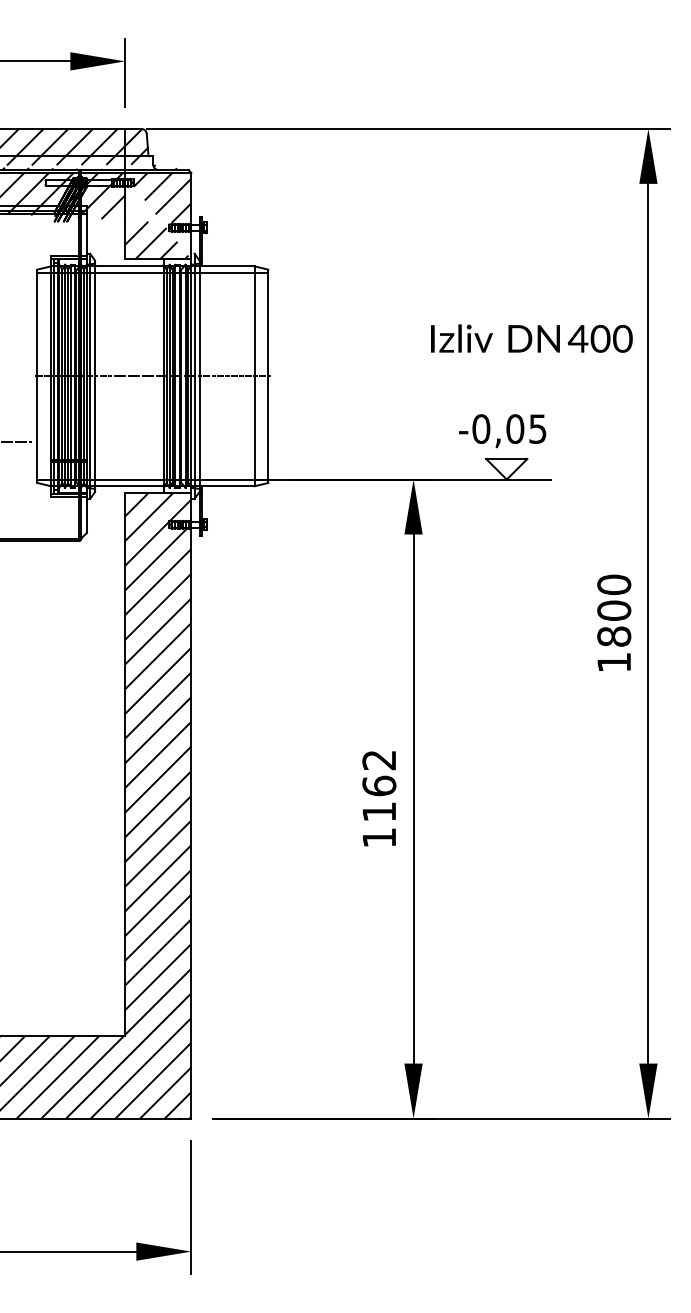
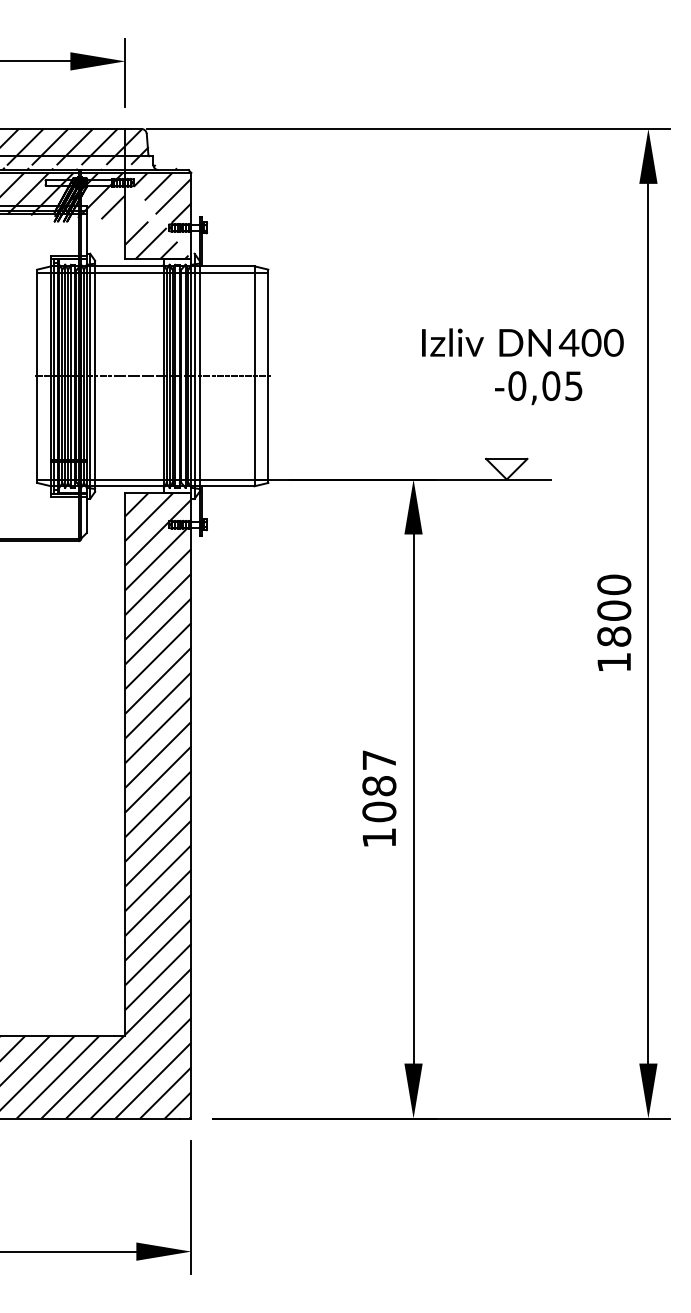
text at (531, 338) position: (531, 338) -> (522, 342)
text at (502, 431) position: (502, 431) -> (538, 388)
line at (16, 442): present -> none
text at (379, 786): 1162 -> 1087
